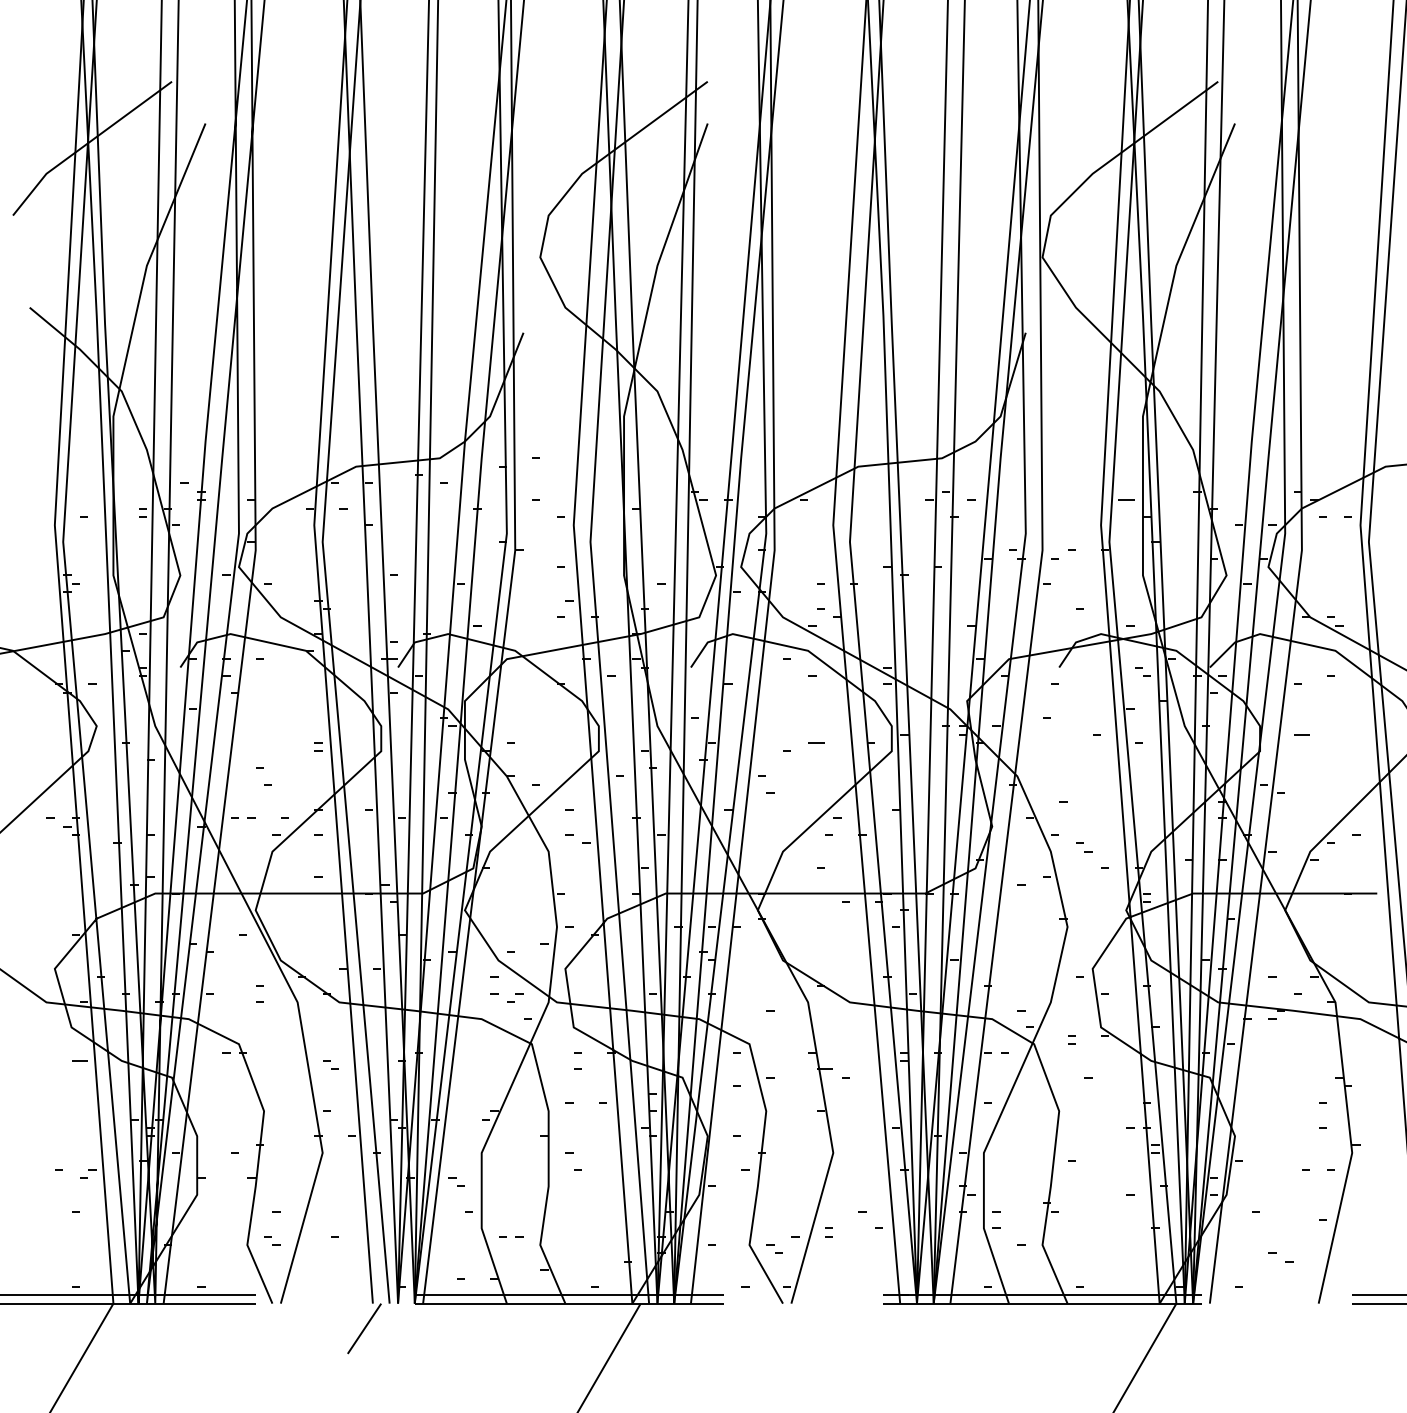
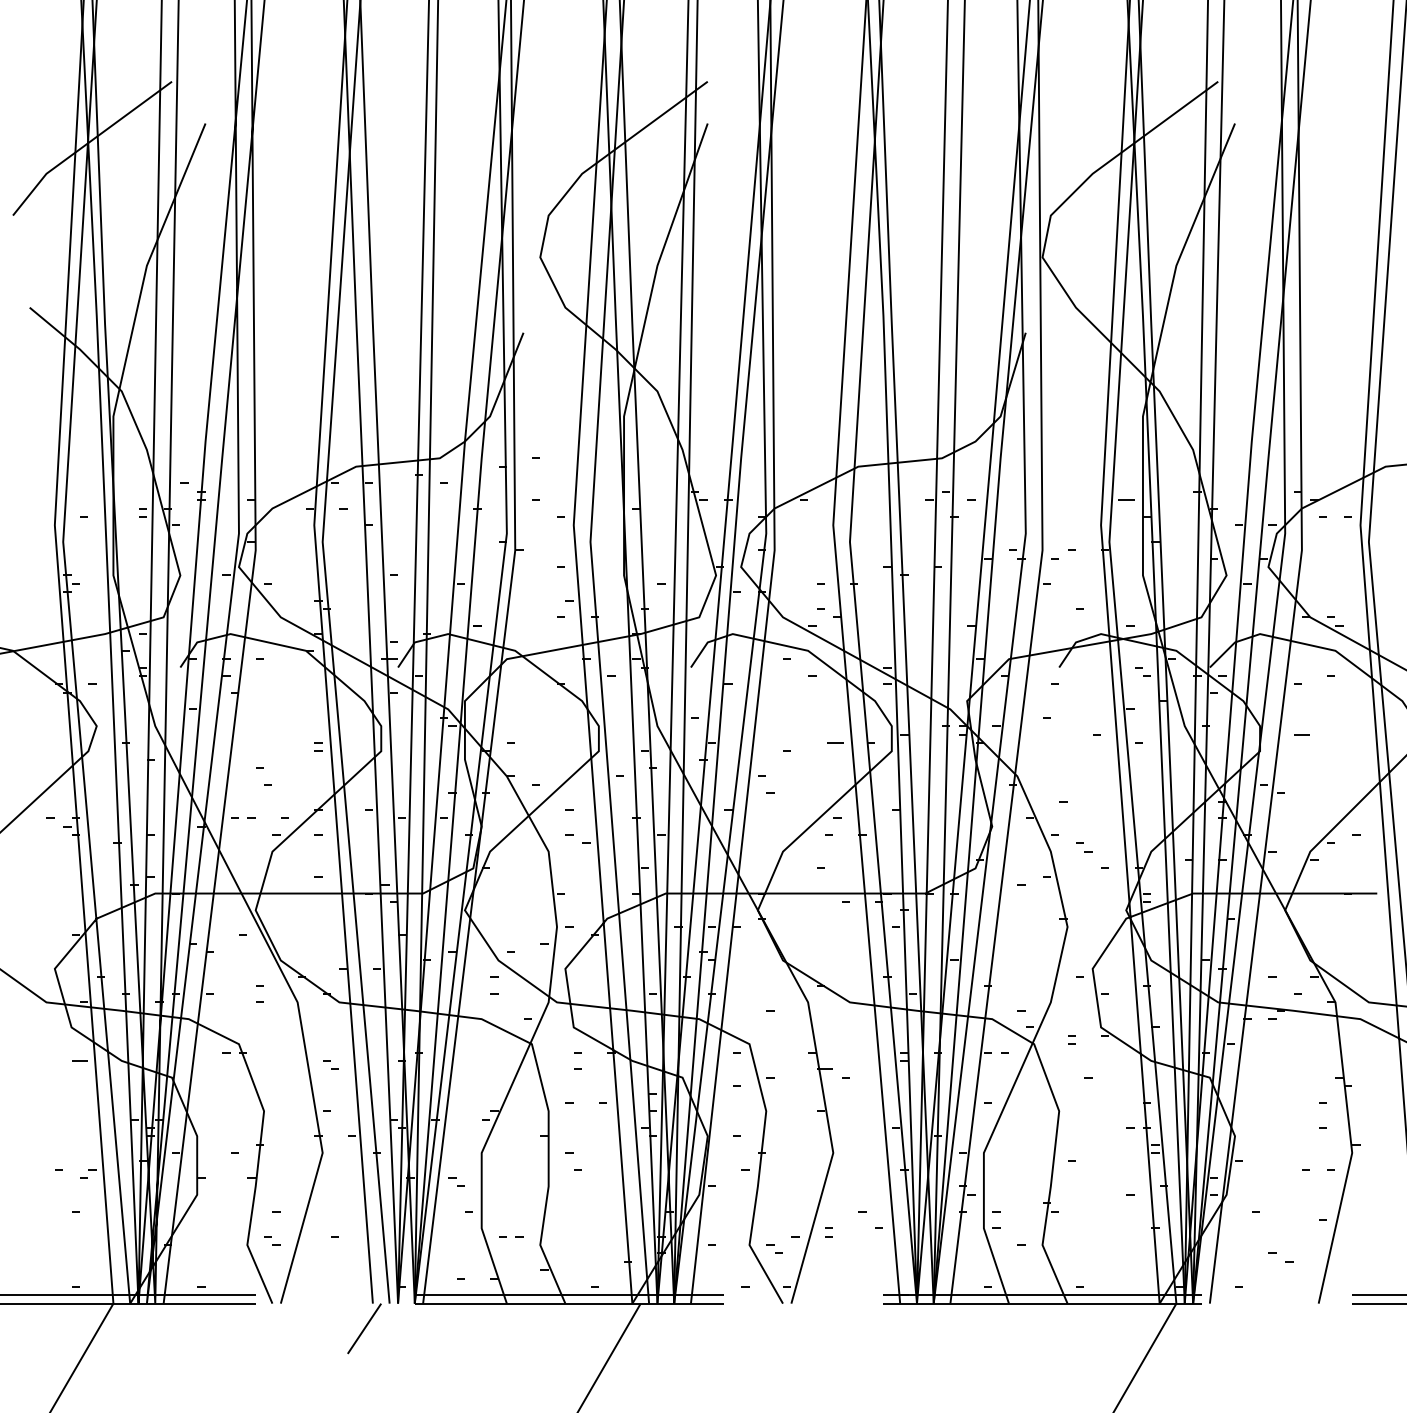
line at (816, 742) position: (816, 742) -> (835, 742)
part at (515, 997): present -> none
